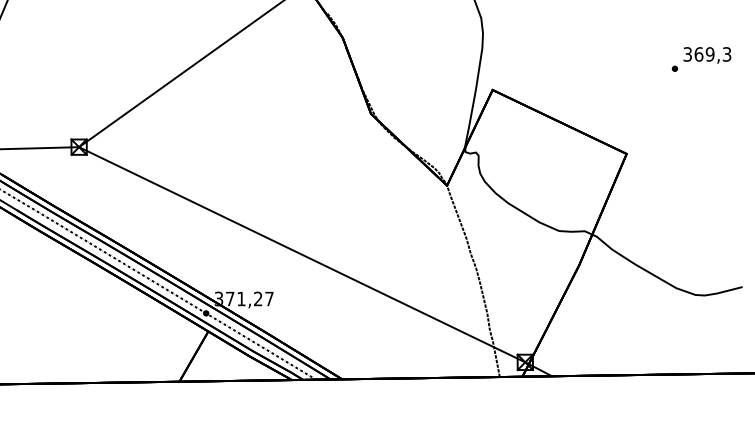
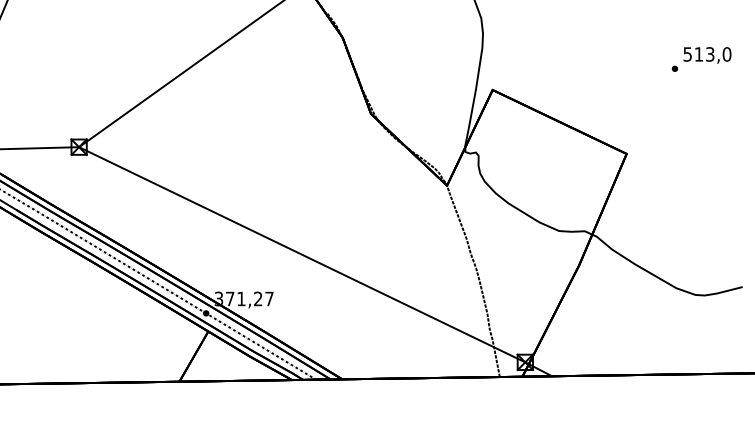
text at (707, 54): 369,3 -> 513,0
